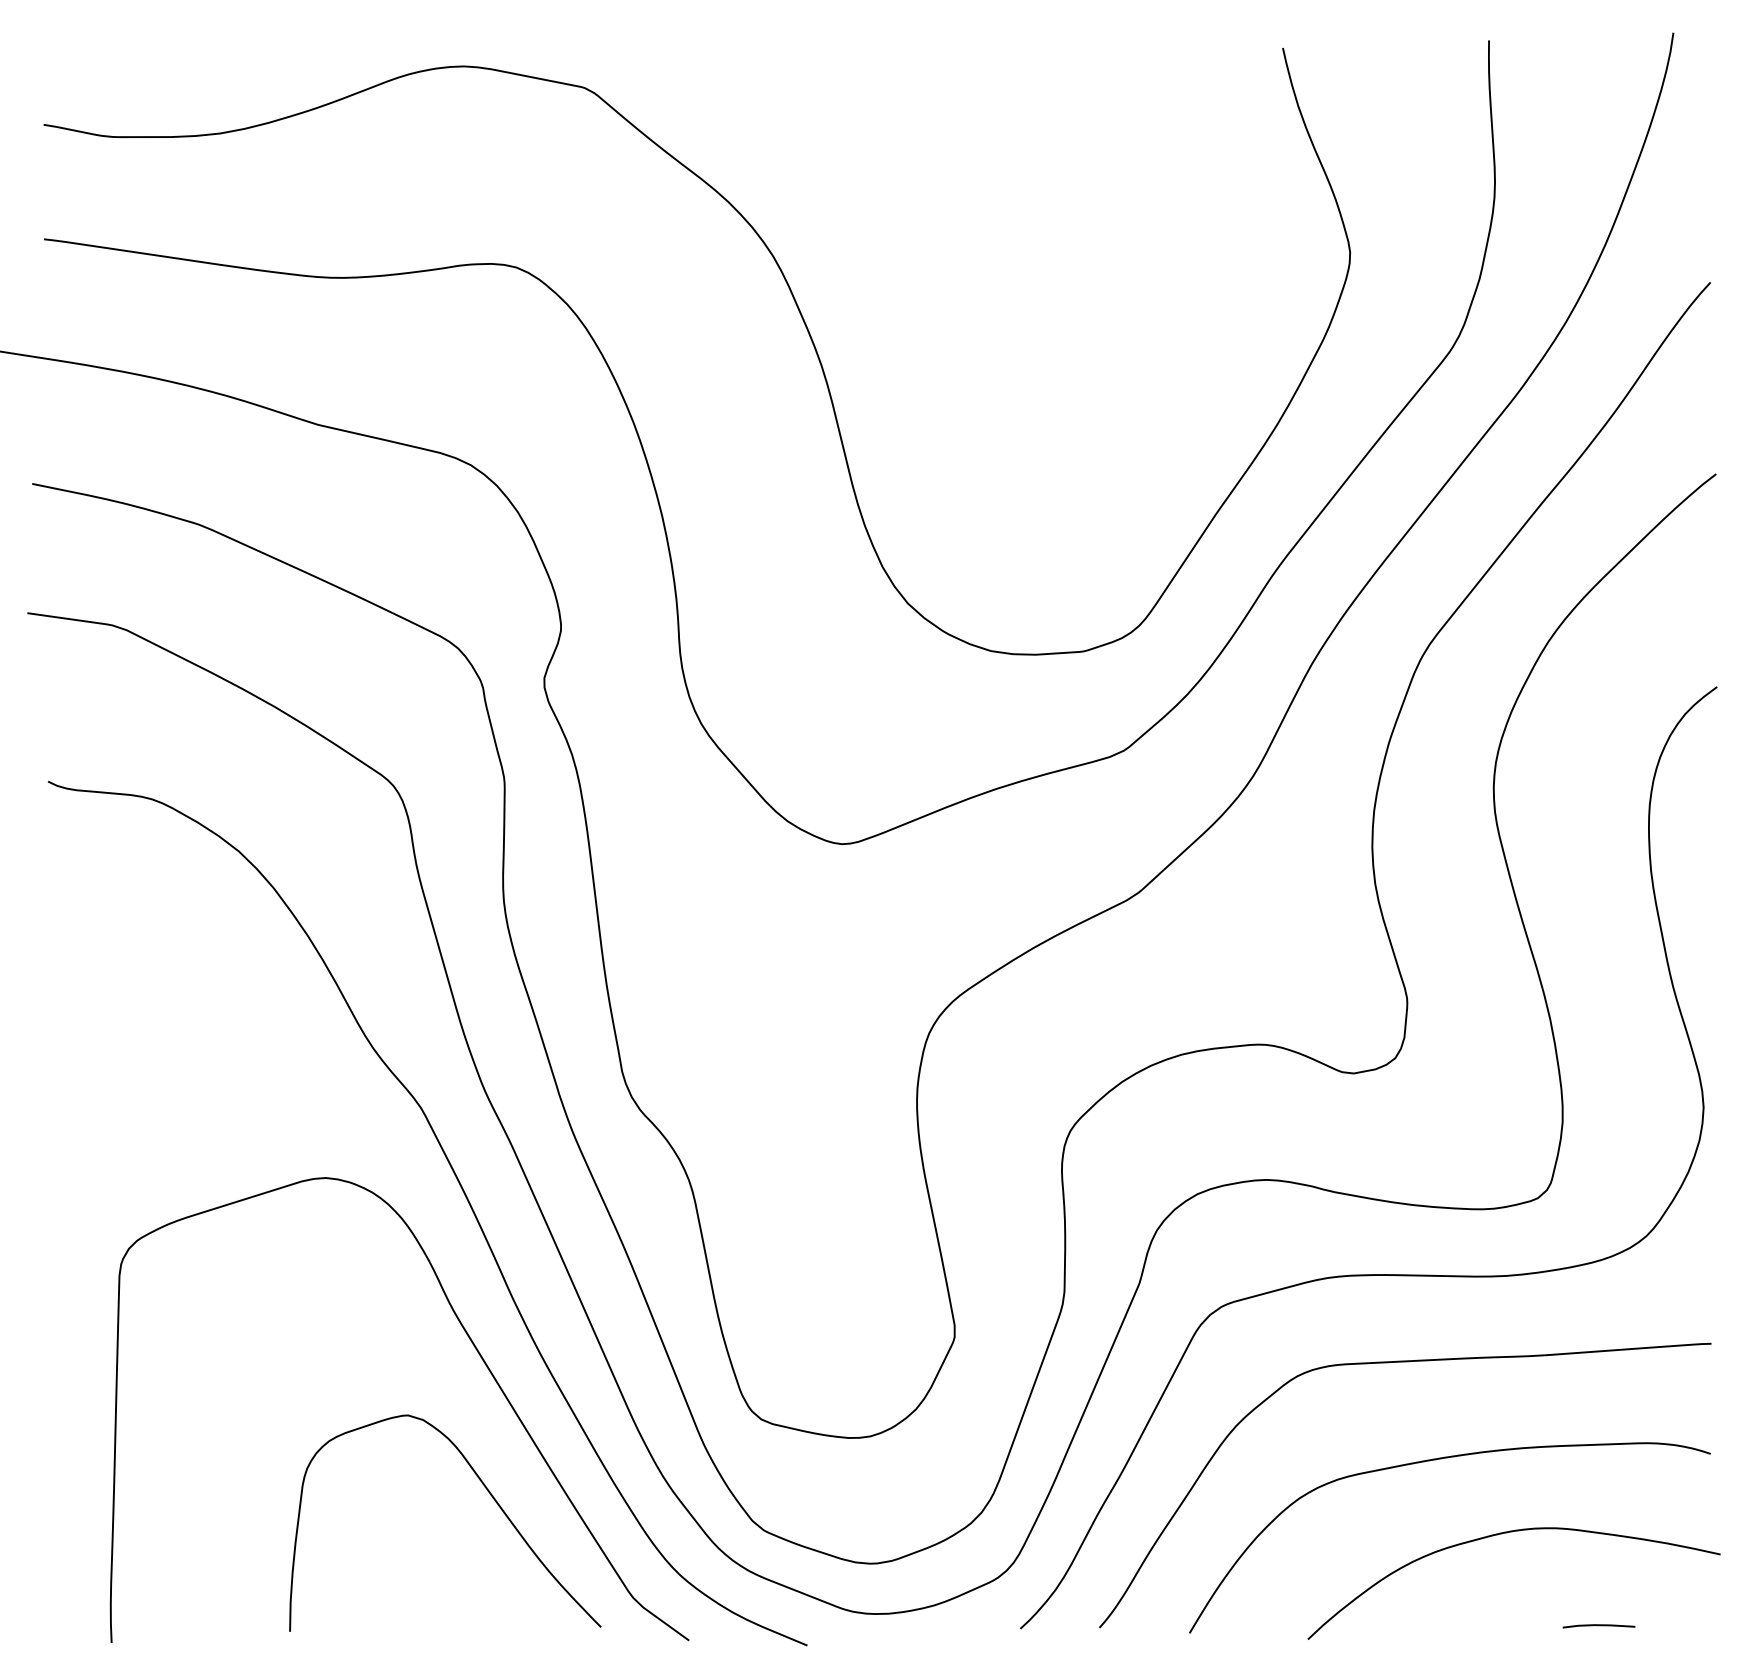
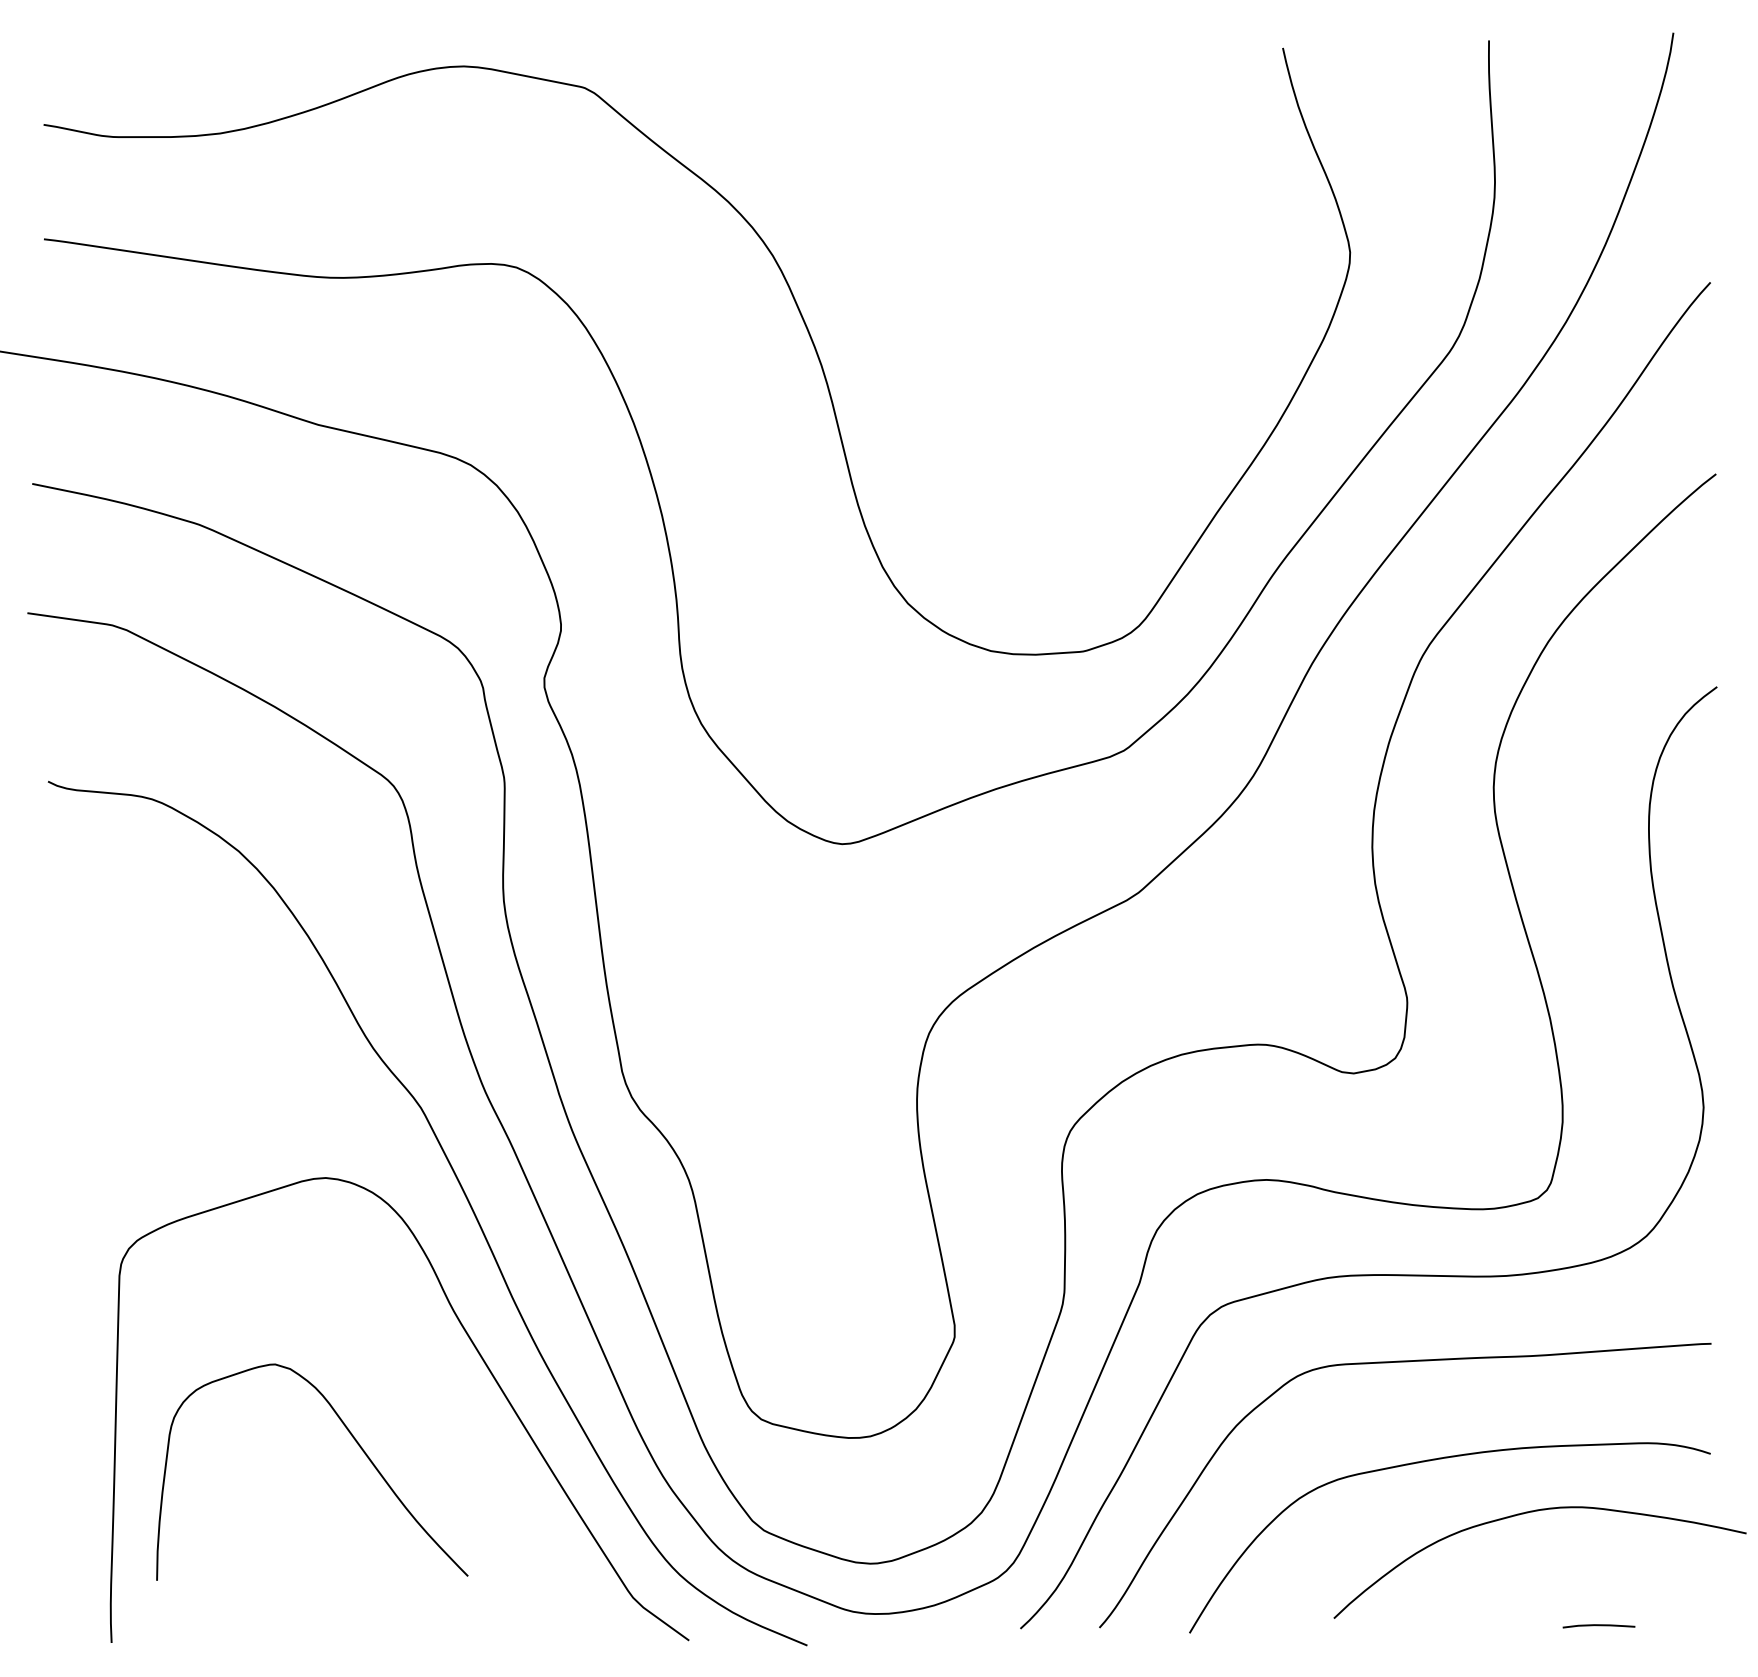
curve at (487, 1491) position: (487, 1491) -> (354, 1440)
curve at (1502, 1534) position: (1502, 1534) -> (1528, 1513)
